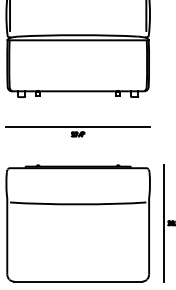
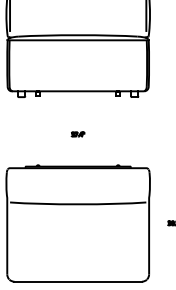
line at (78, 127): present -> none
line at (164, 223): present -> none
